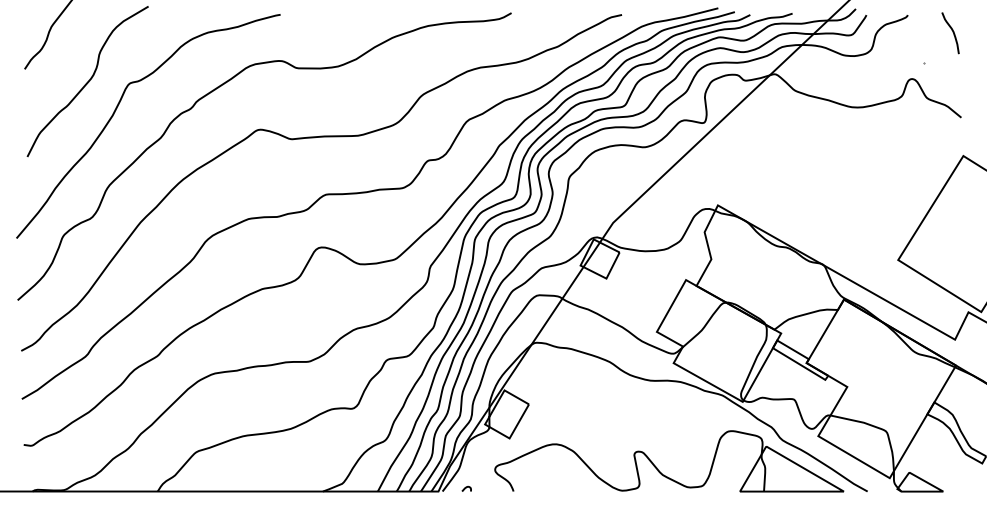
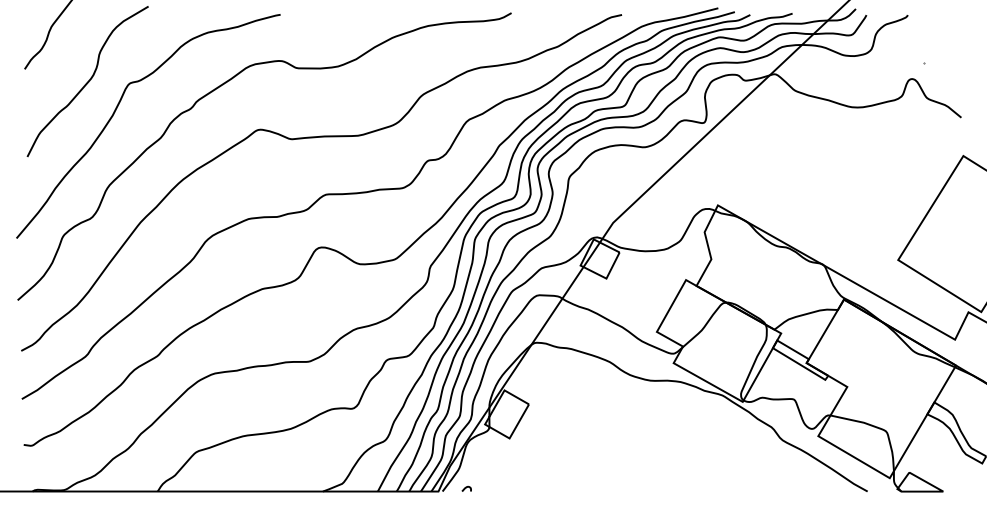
curve at (952, 32): present -> none
part at (657, 467): present -> none
